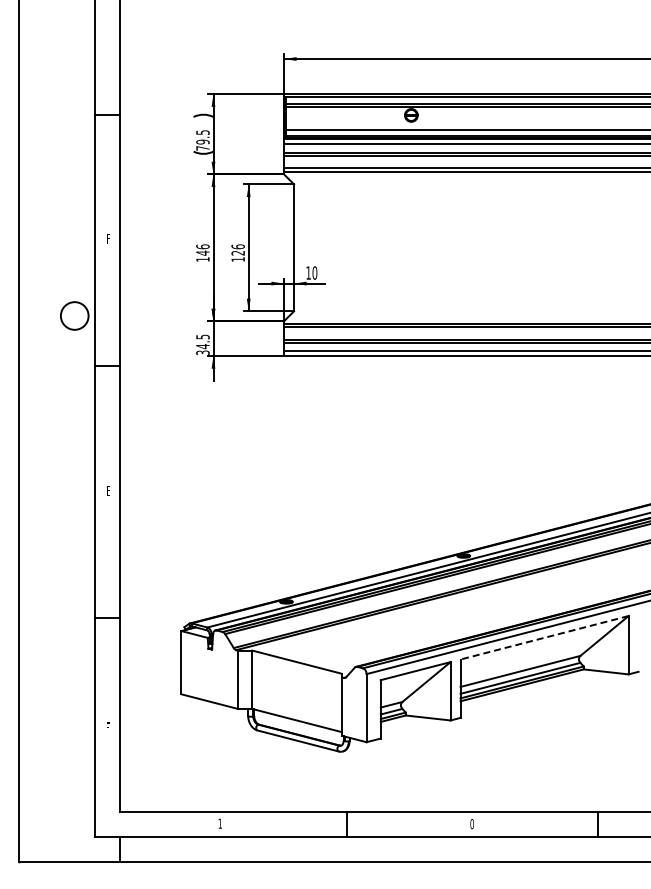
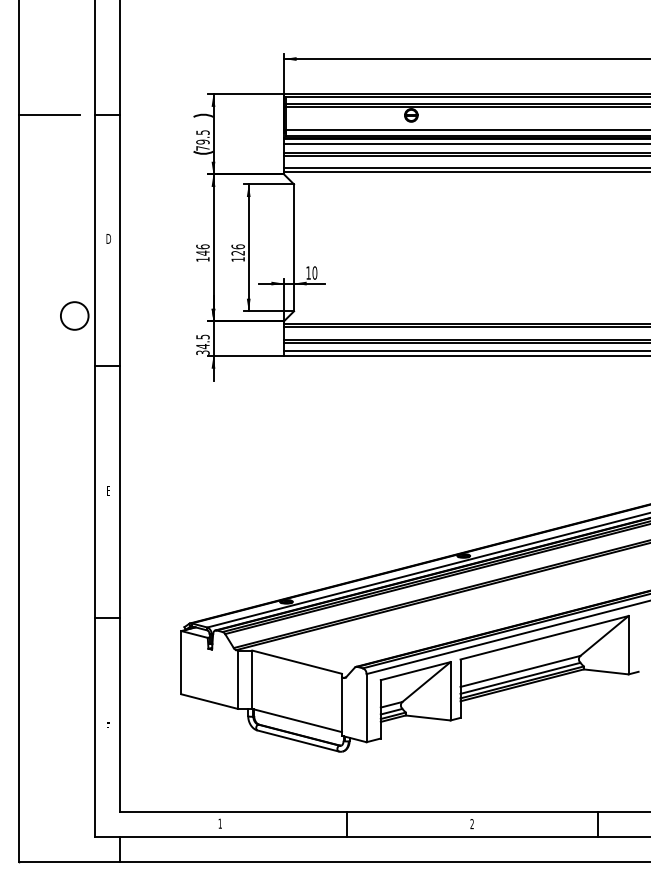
line at (49, 114): none -> present
text at (108, 238): F -> D
line at (544, 637): dashed -> solid
text at (471, 824): 0 -> 2
